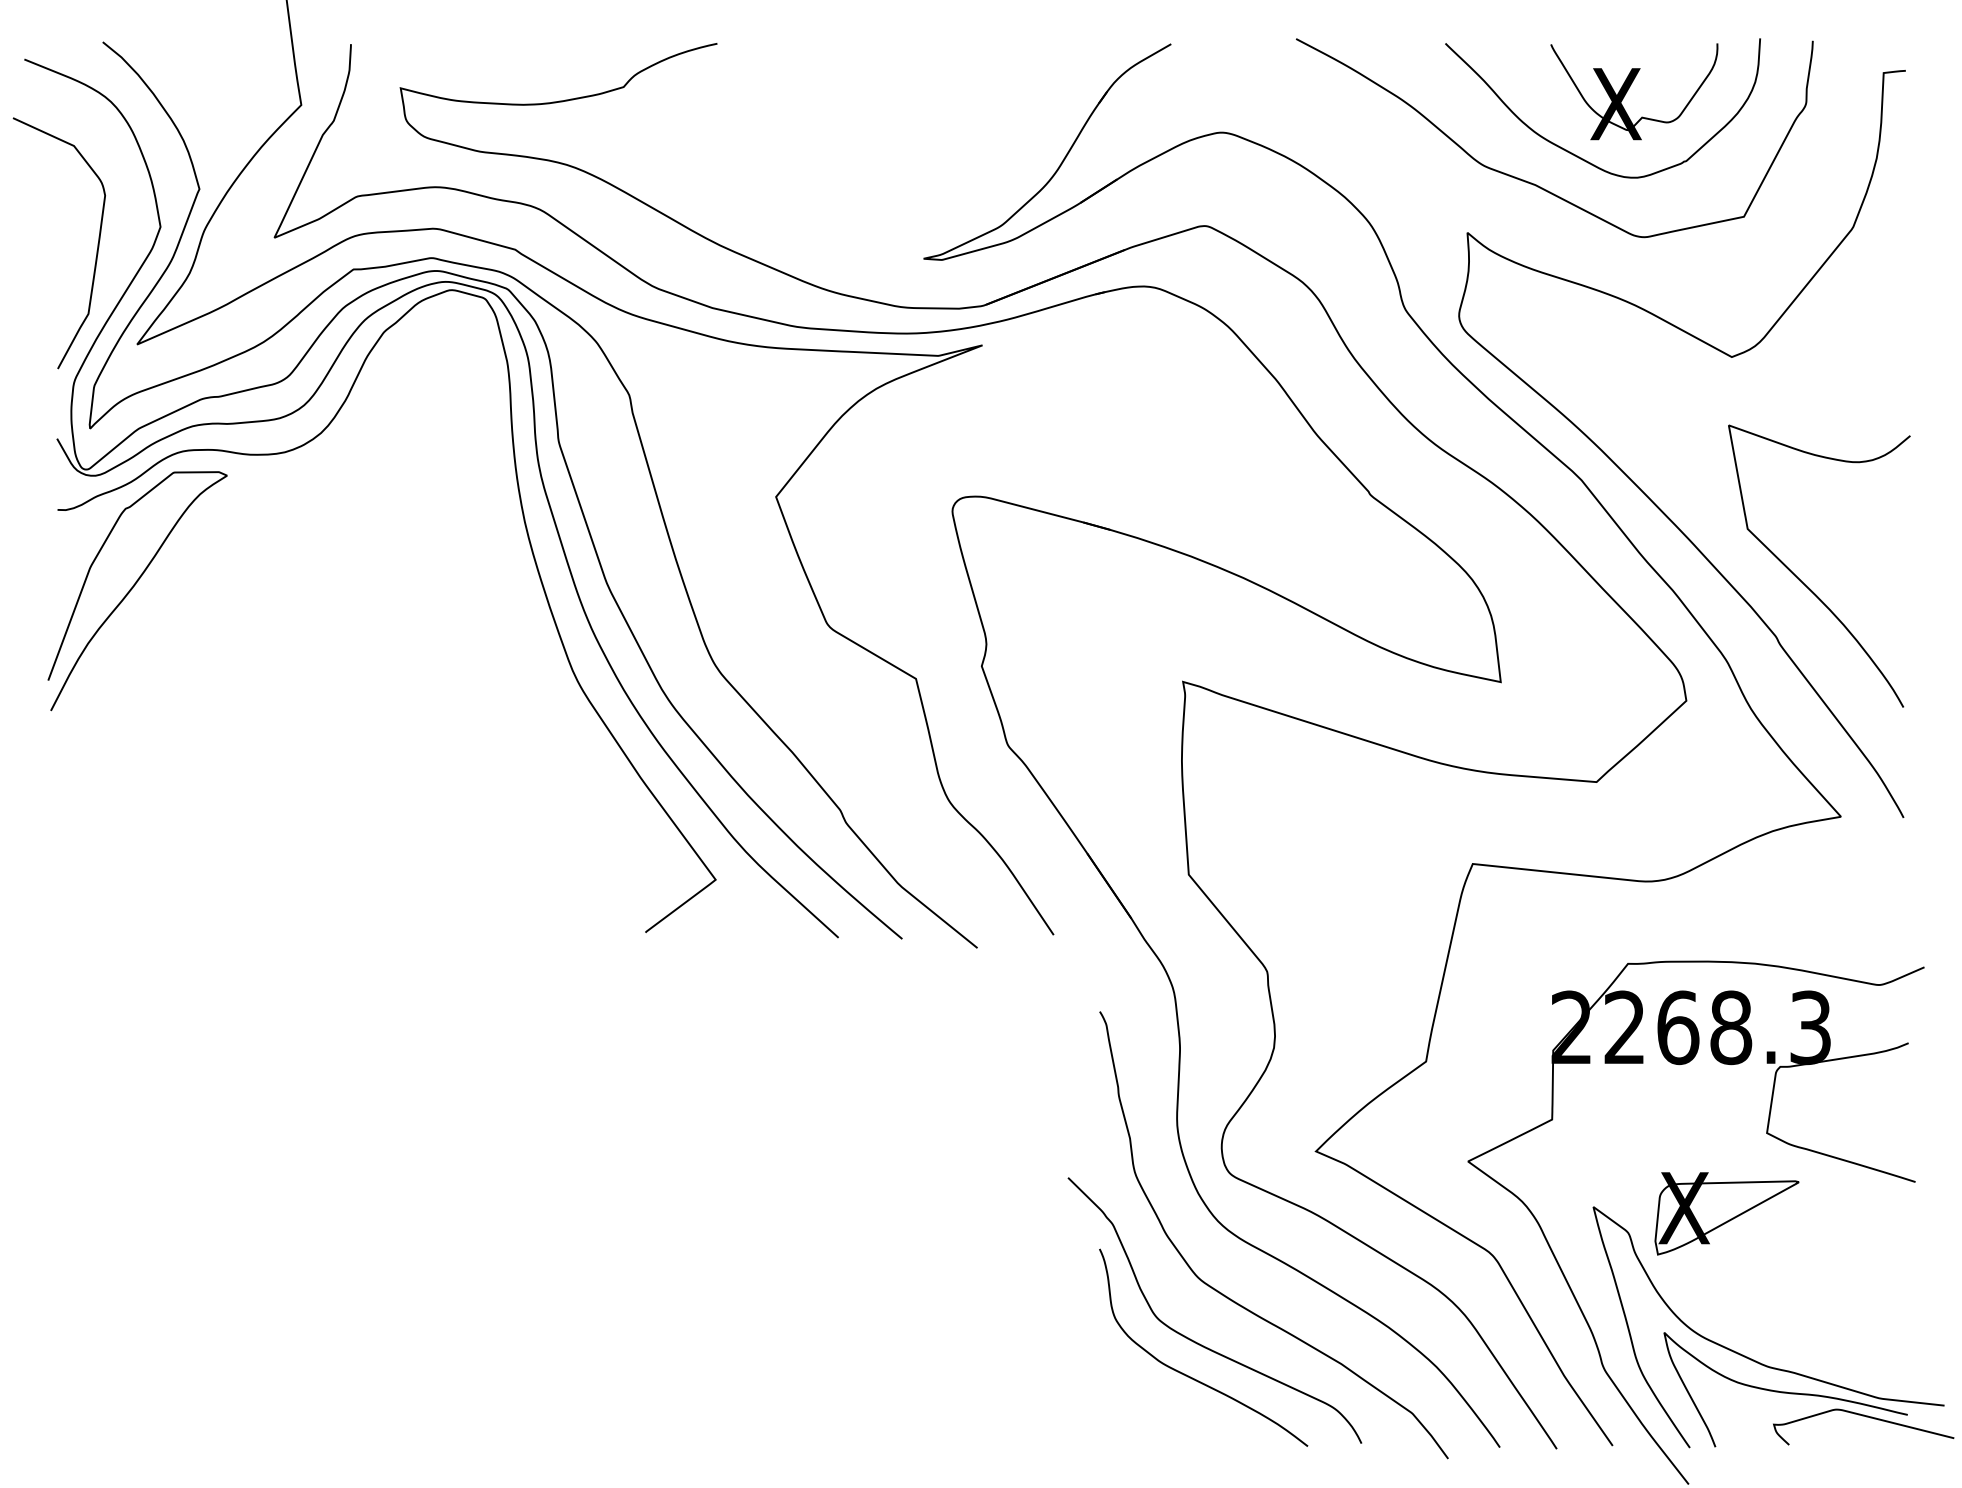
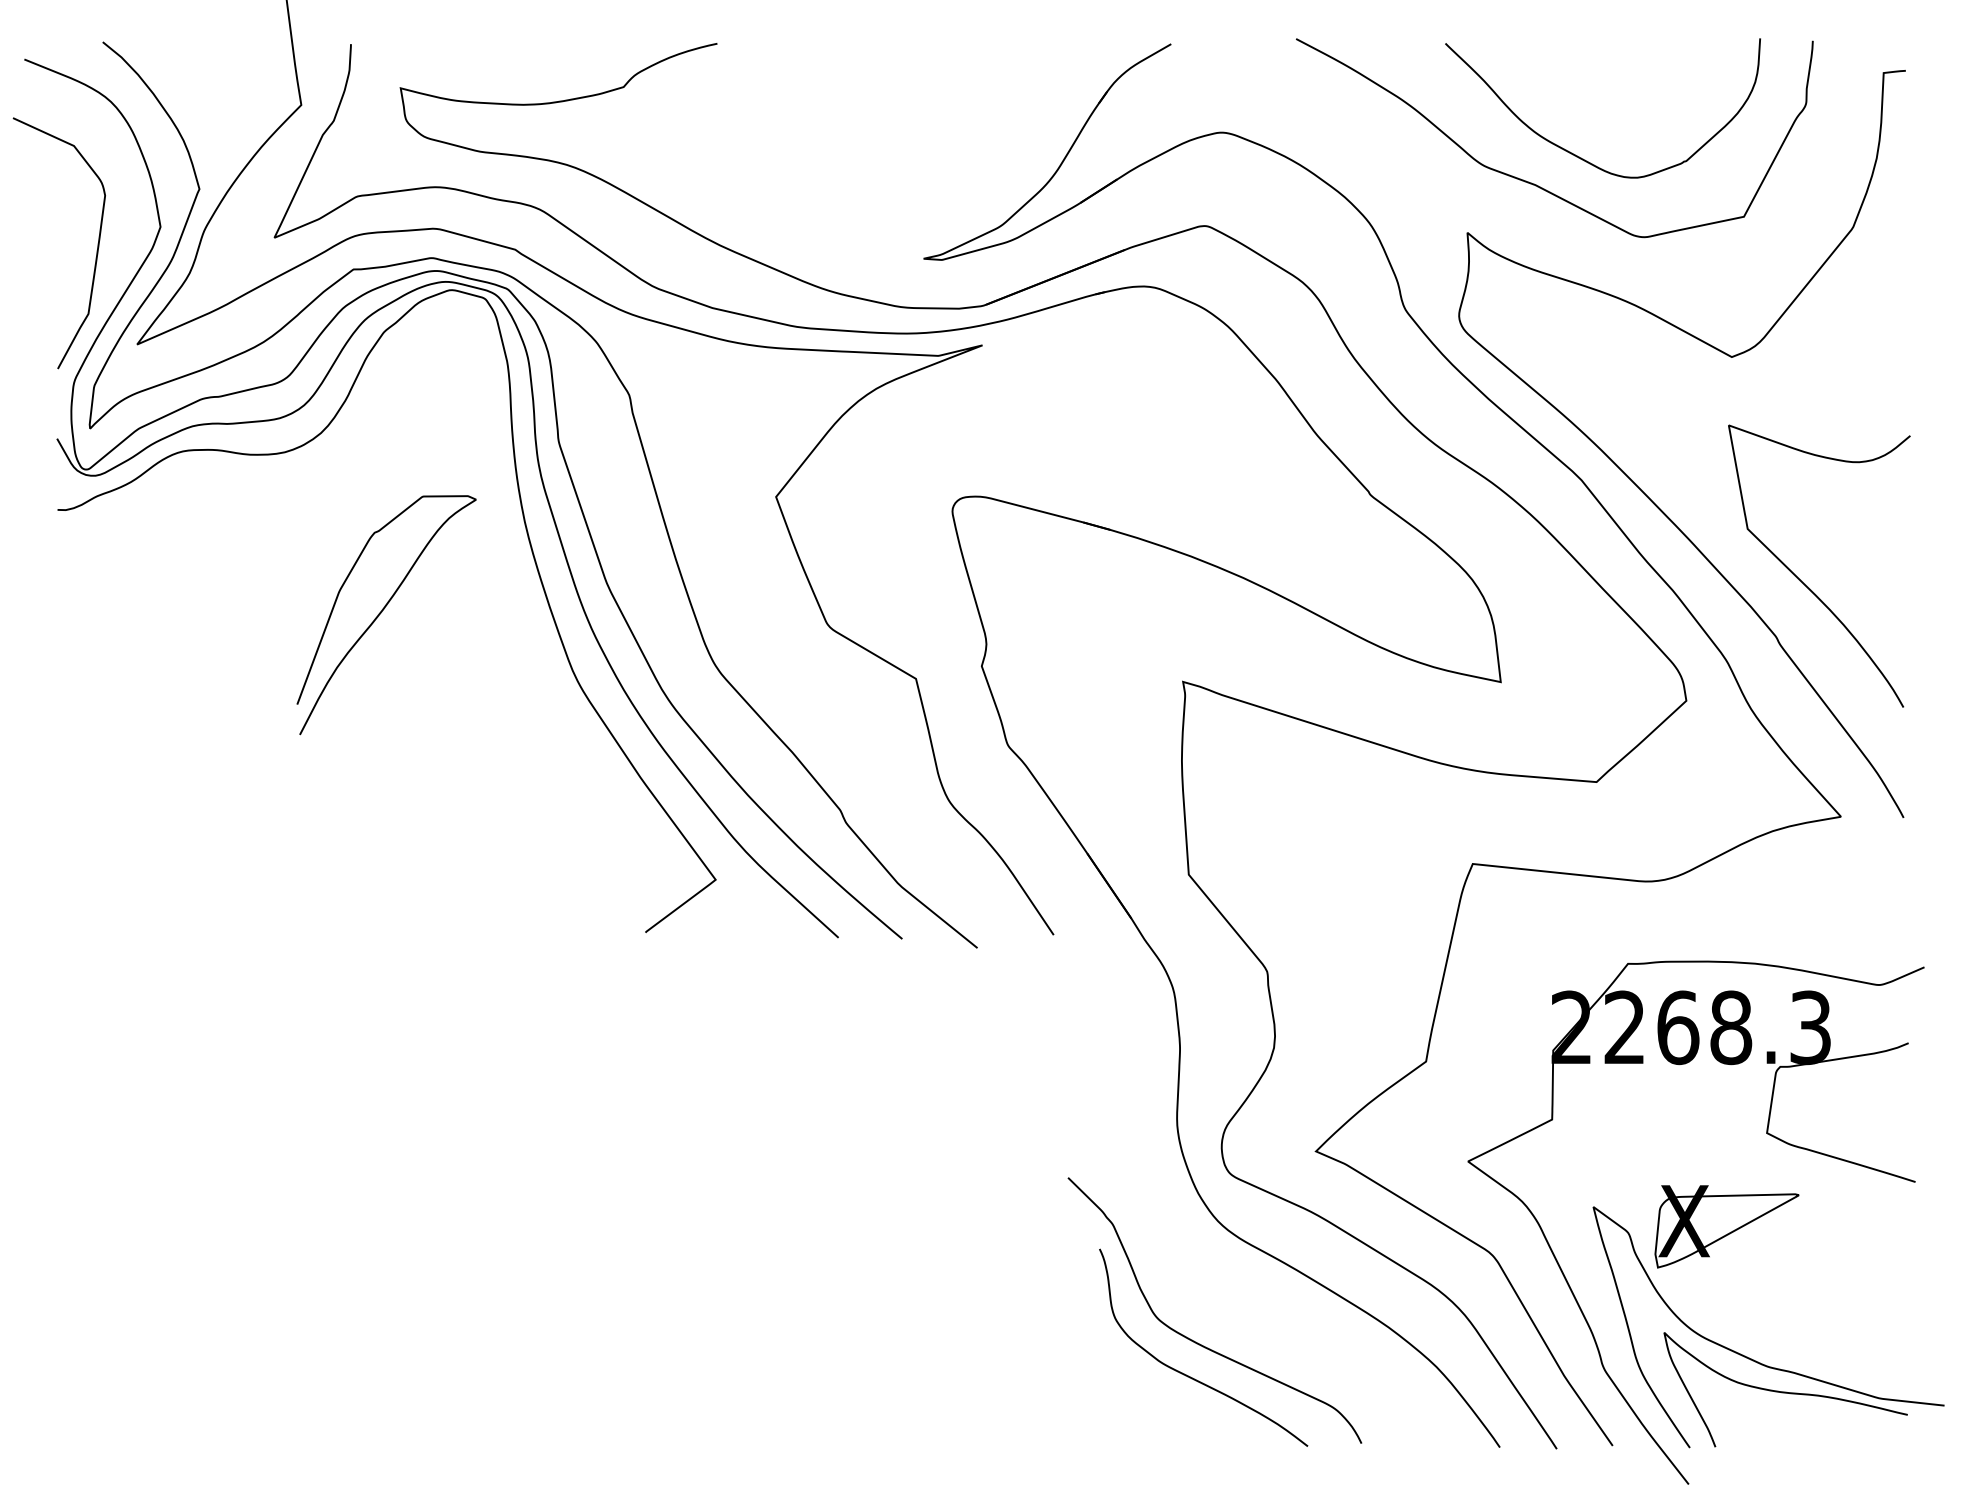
part at (1634, 91): present -> none
curve at (133, 588) position: (133, 588) -> (382, 612)
part at (1726, 1213) position: (1726, 1213) -> (1726, 1226)
curve at (1232, 1299): present -> none
curve at (1866, 1417): present -> none
